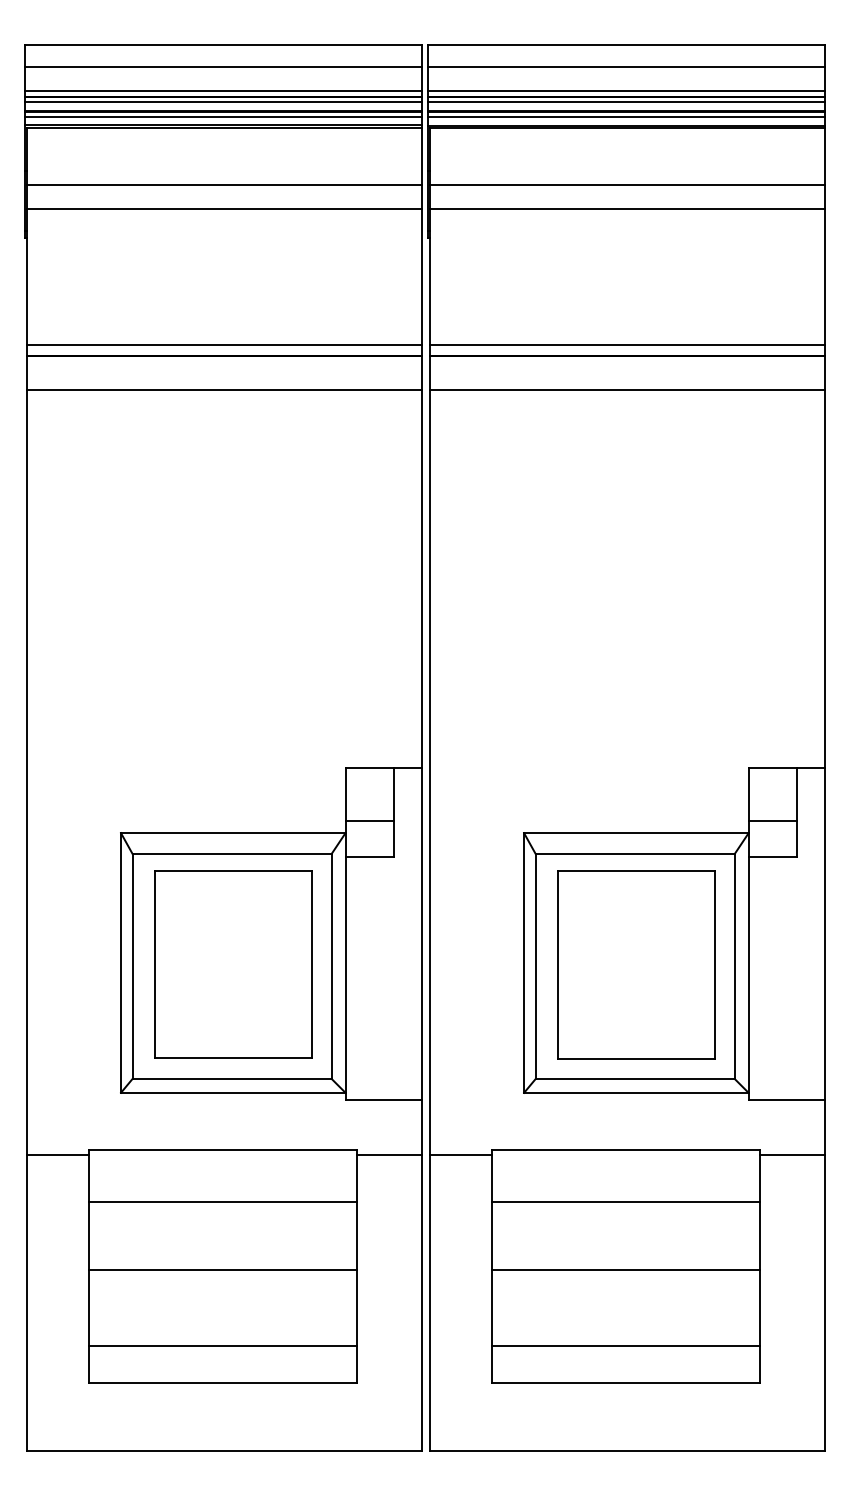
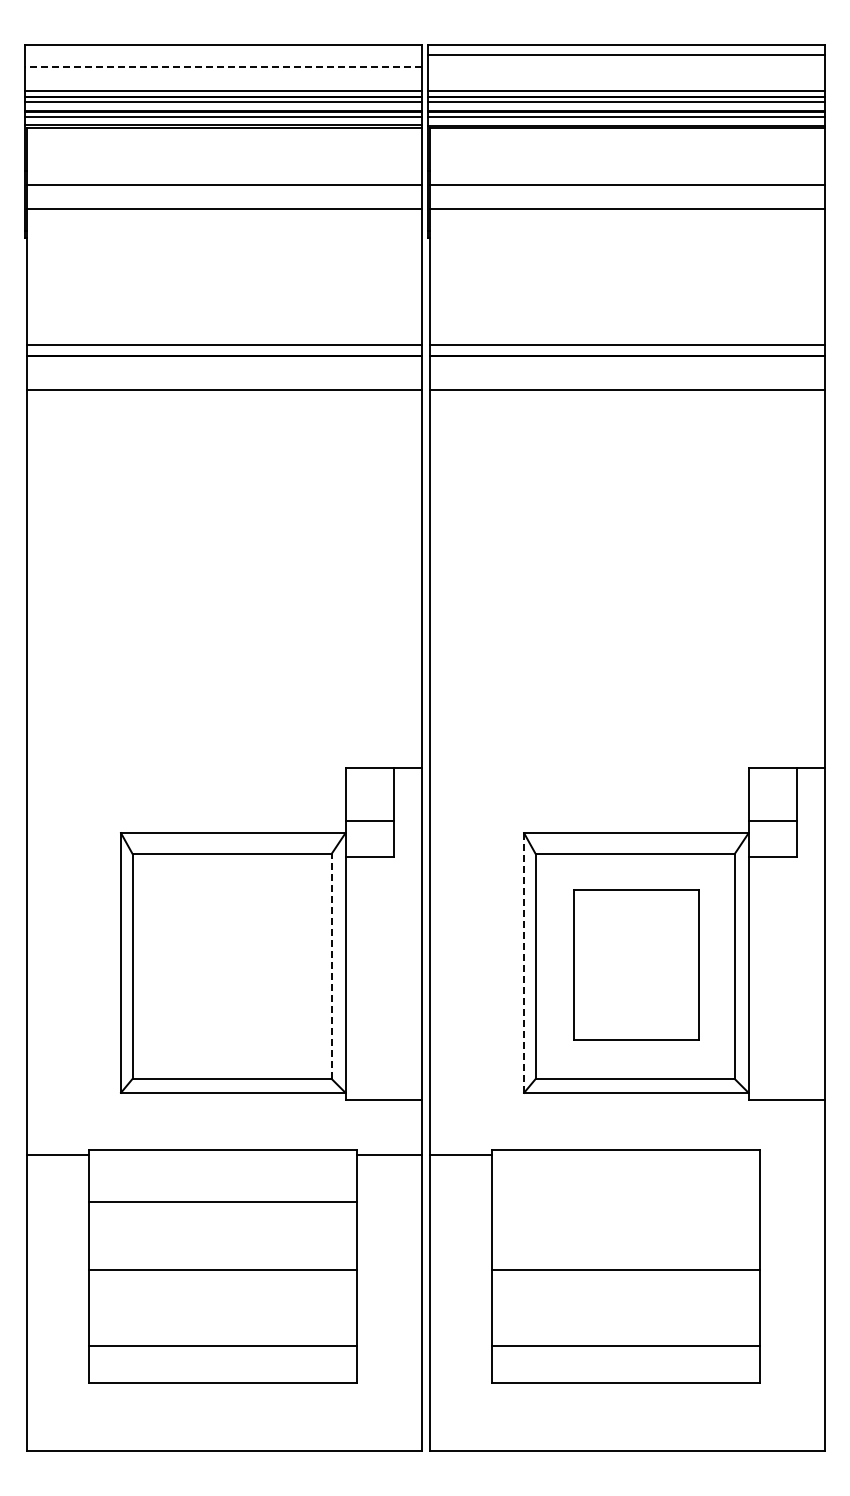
line at (222, 67): solid -> dashed
line at (626, 67) position: (626, 67) -> (626, 55)
line at (524, 963): solid -> dashed
part at (233, 964): present -> none
part at (636, 964) size: 159x190 px -> 127x152 px
line at (331, 966): solid -> dashed
line at (792, 1155): present -> none
line at (625, 1201): present -> none
